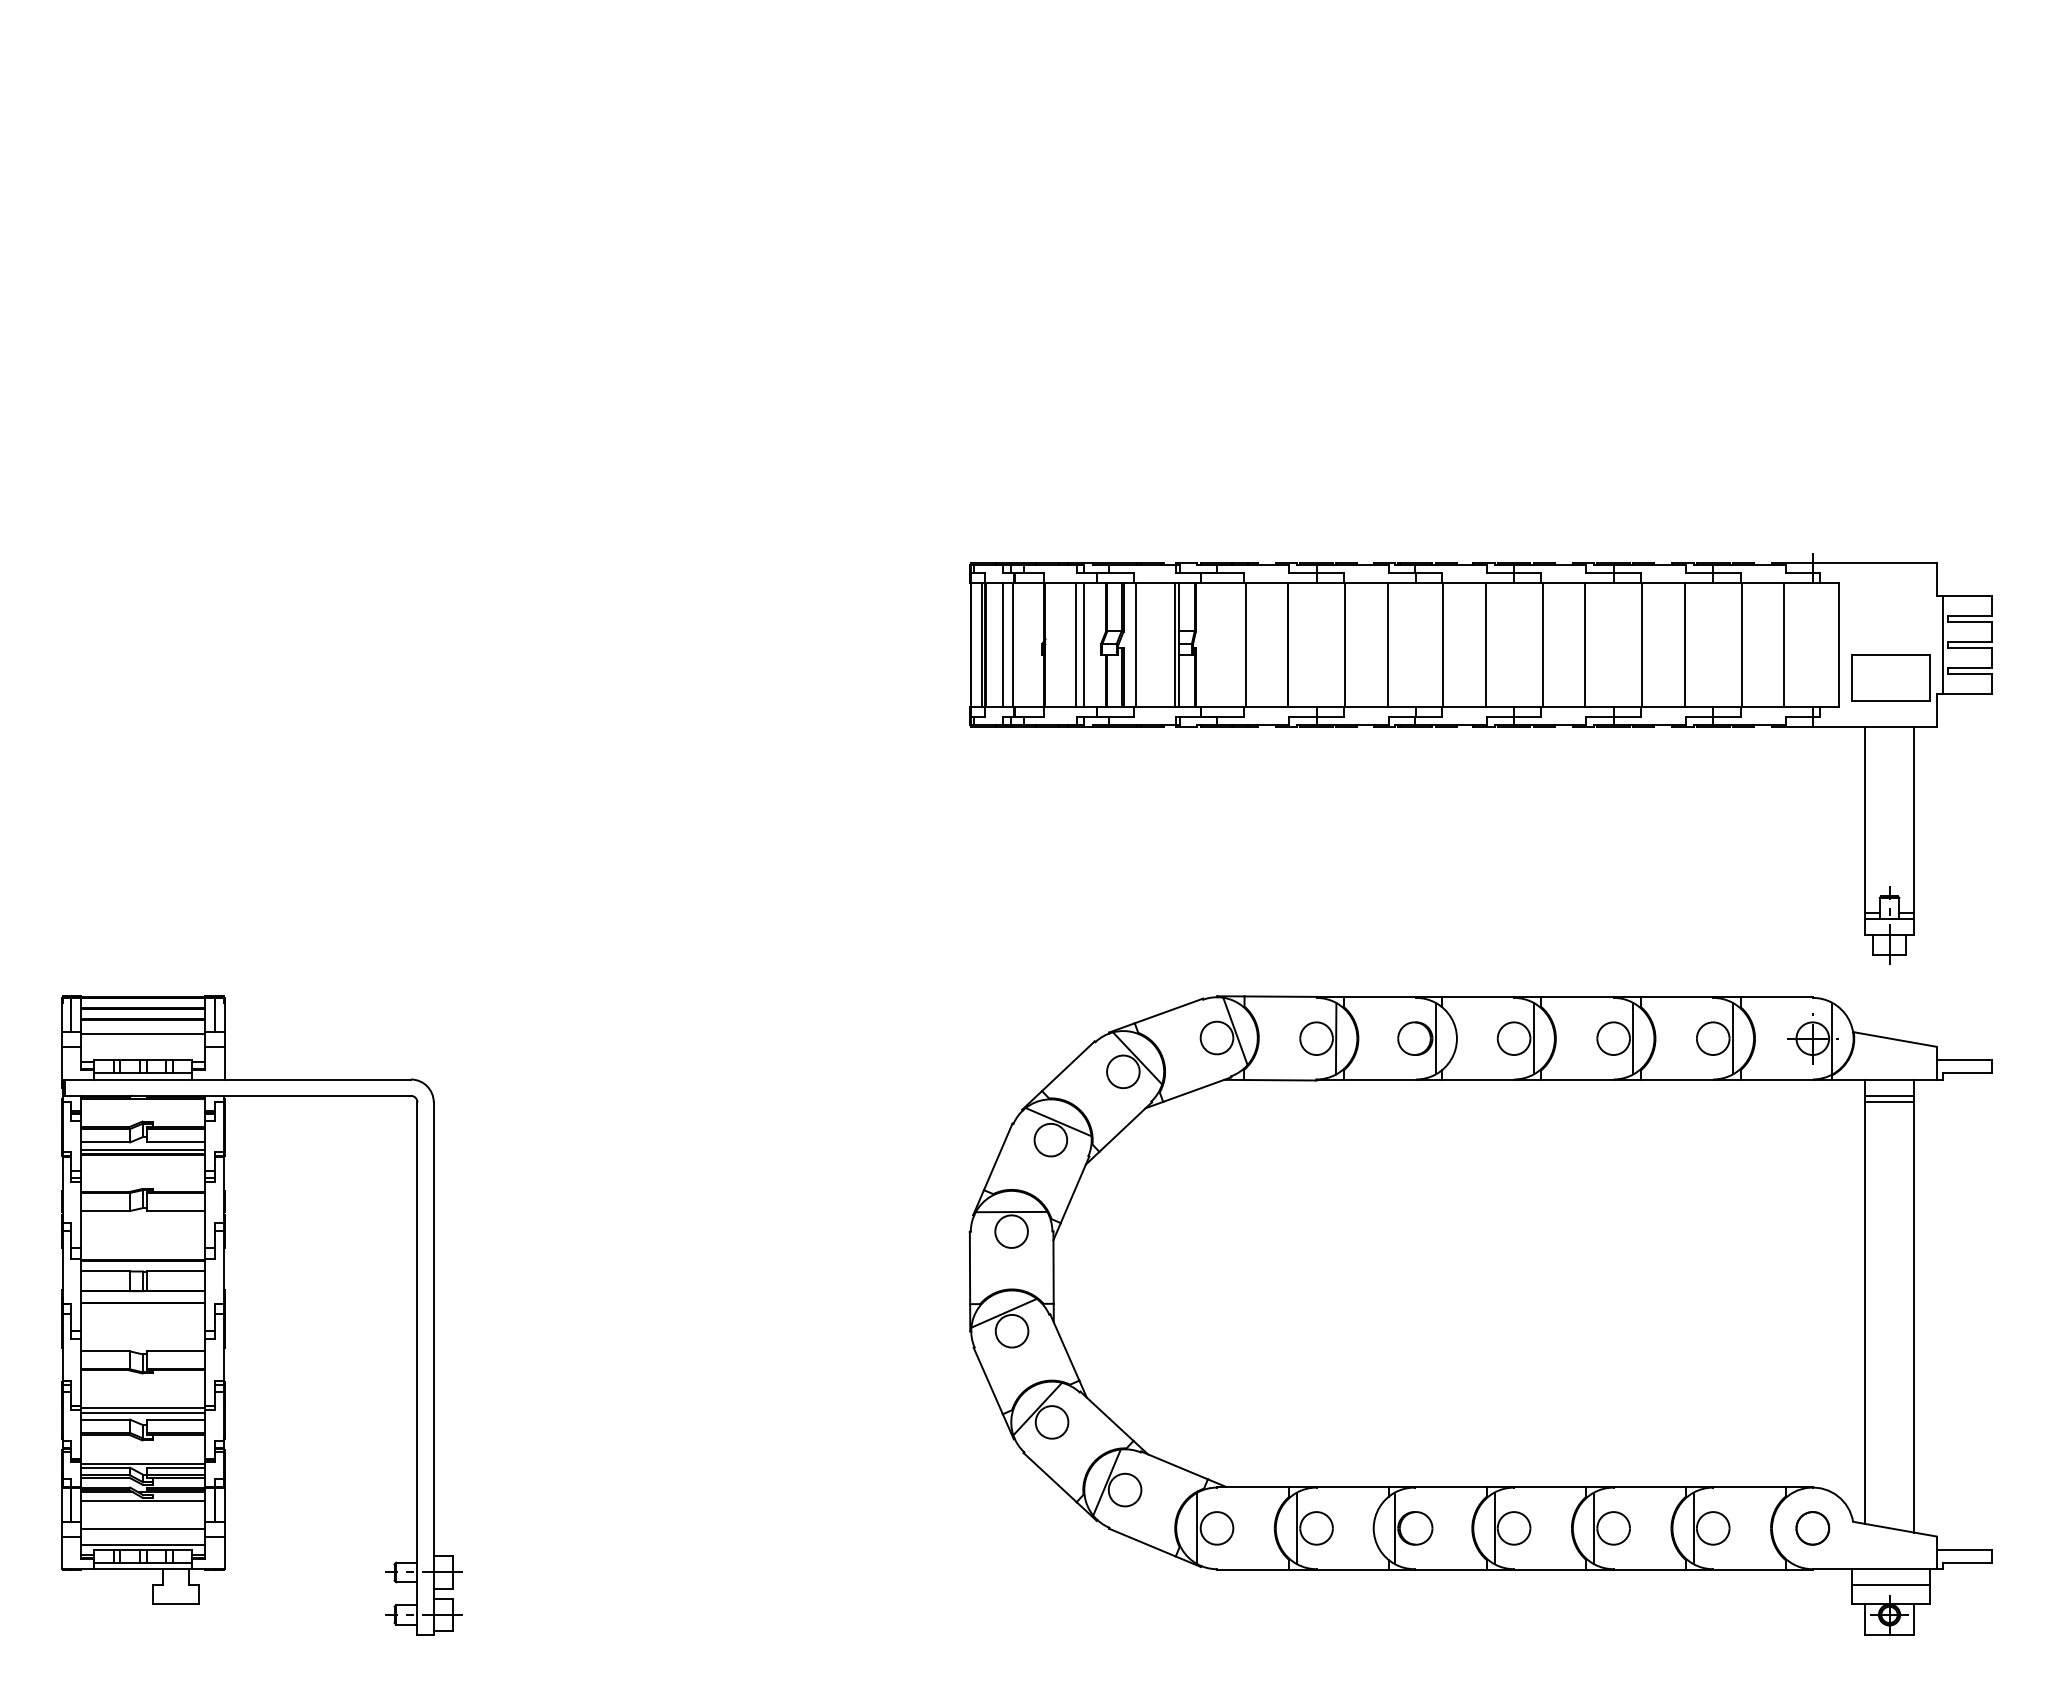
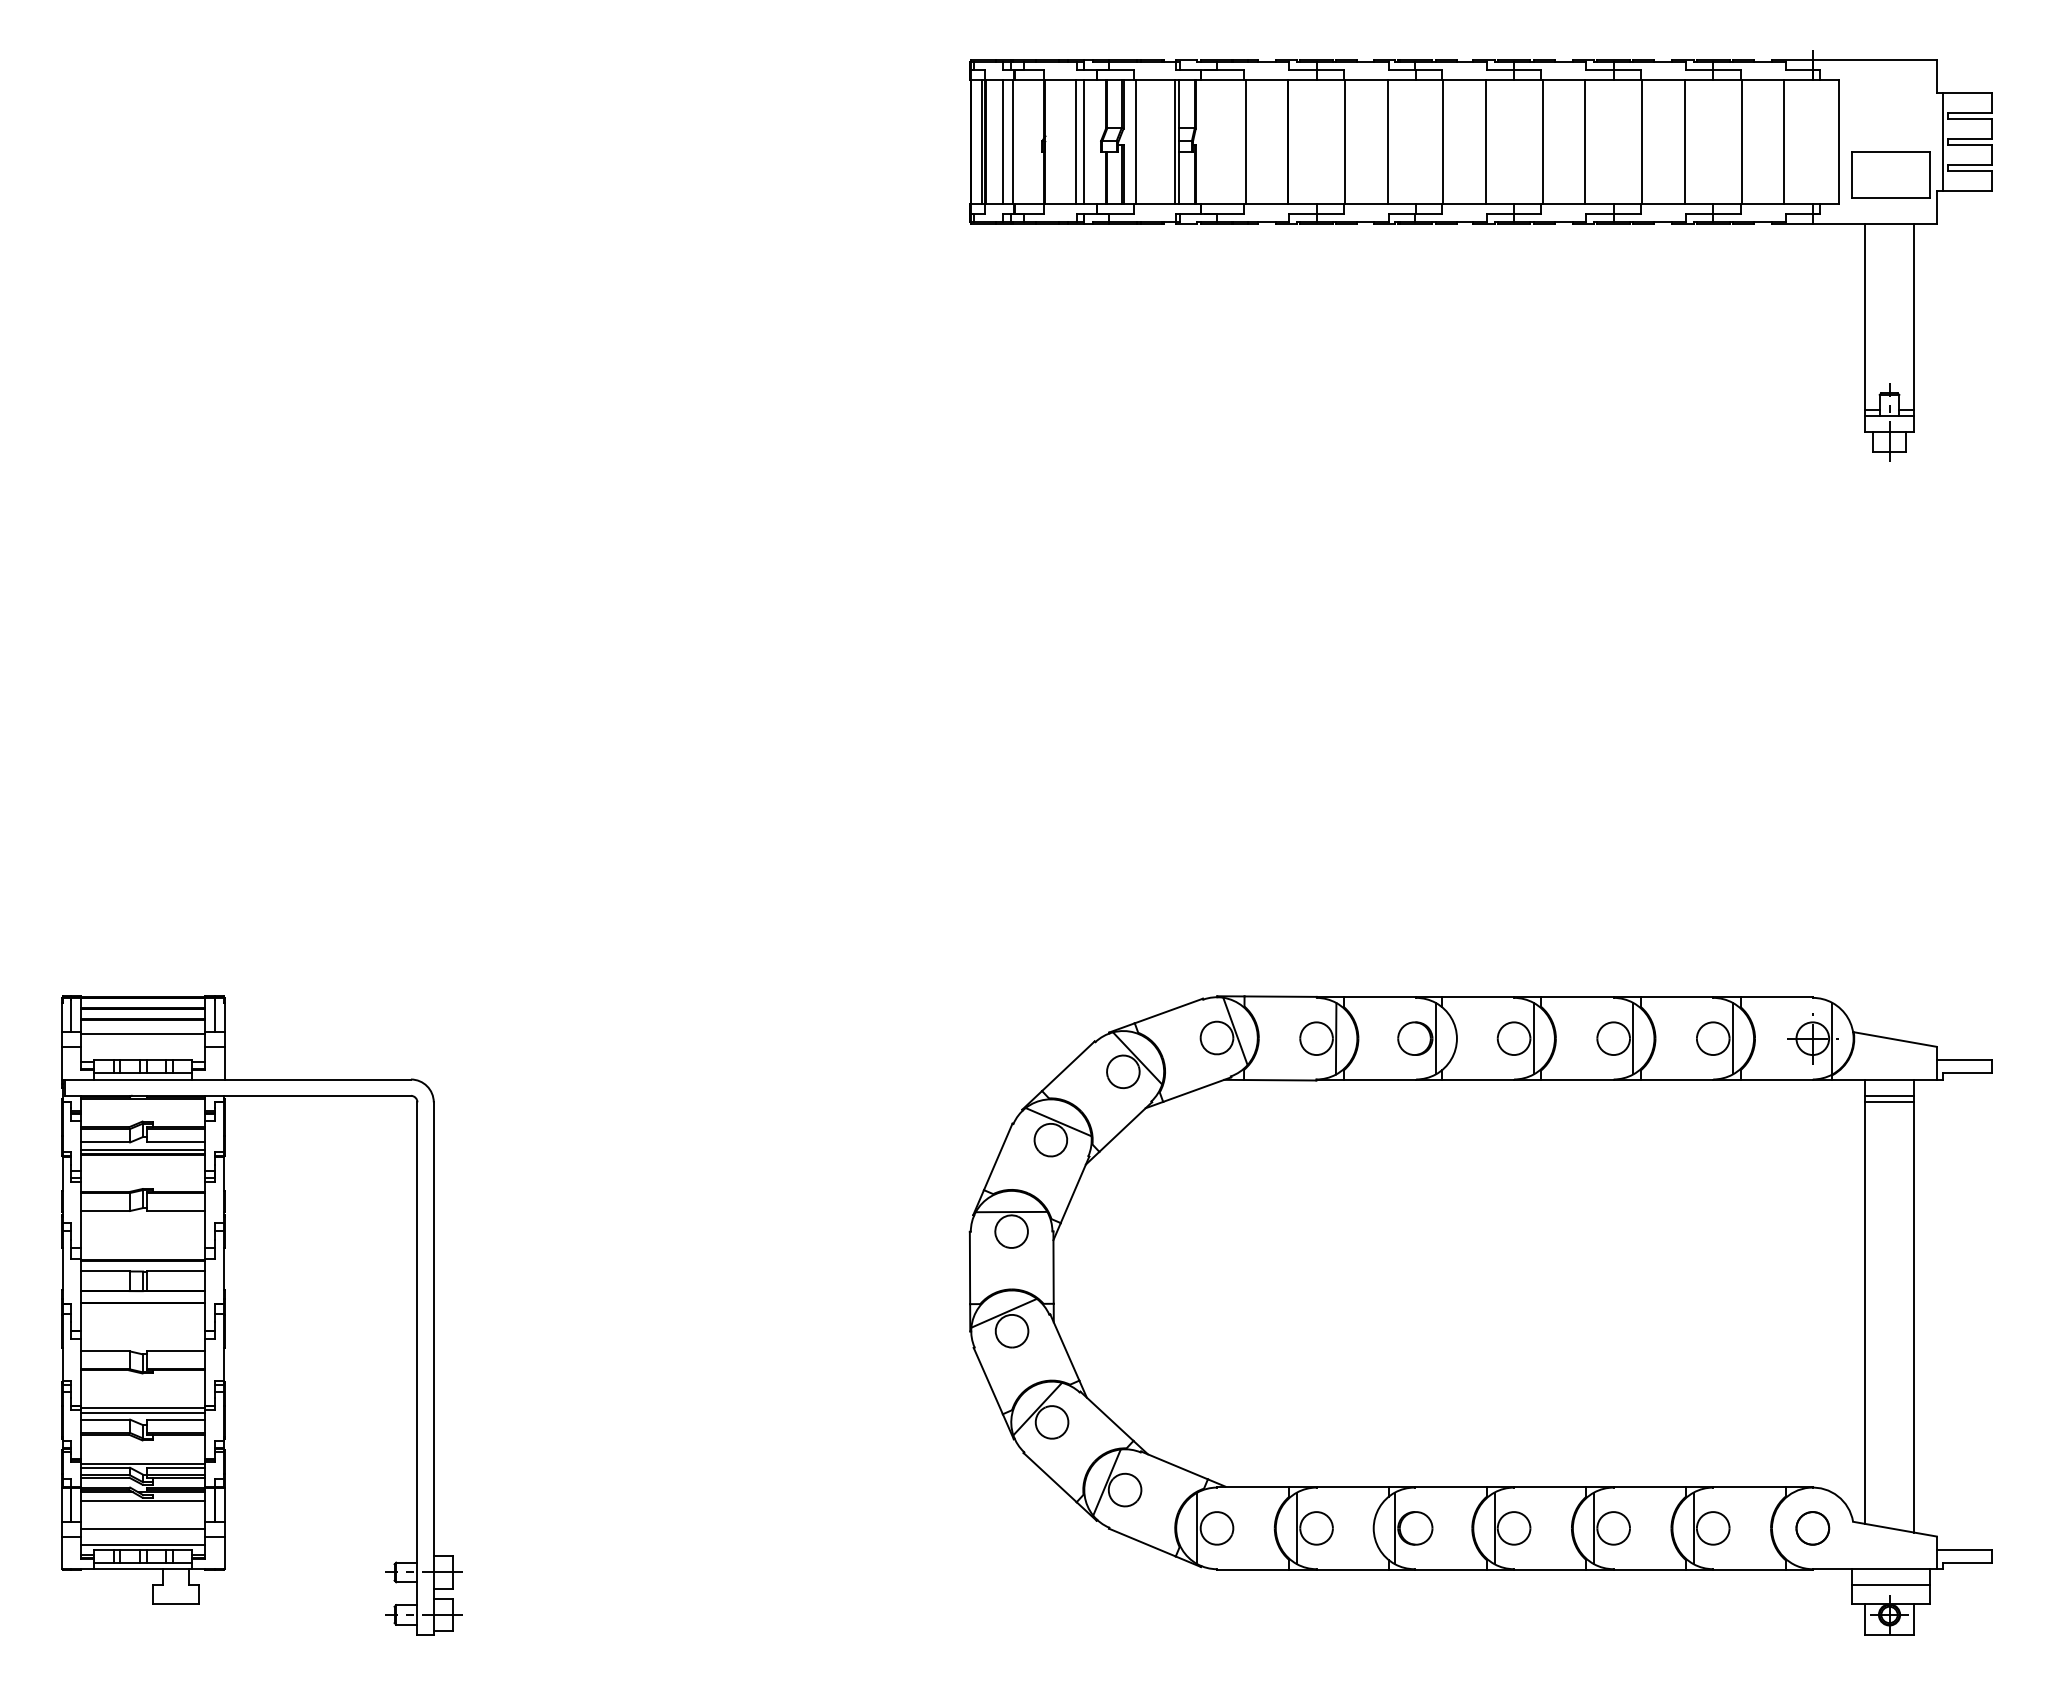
part at (1480, 727) position: (1480, 727) -> (1480, 224)
